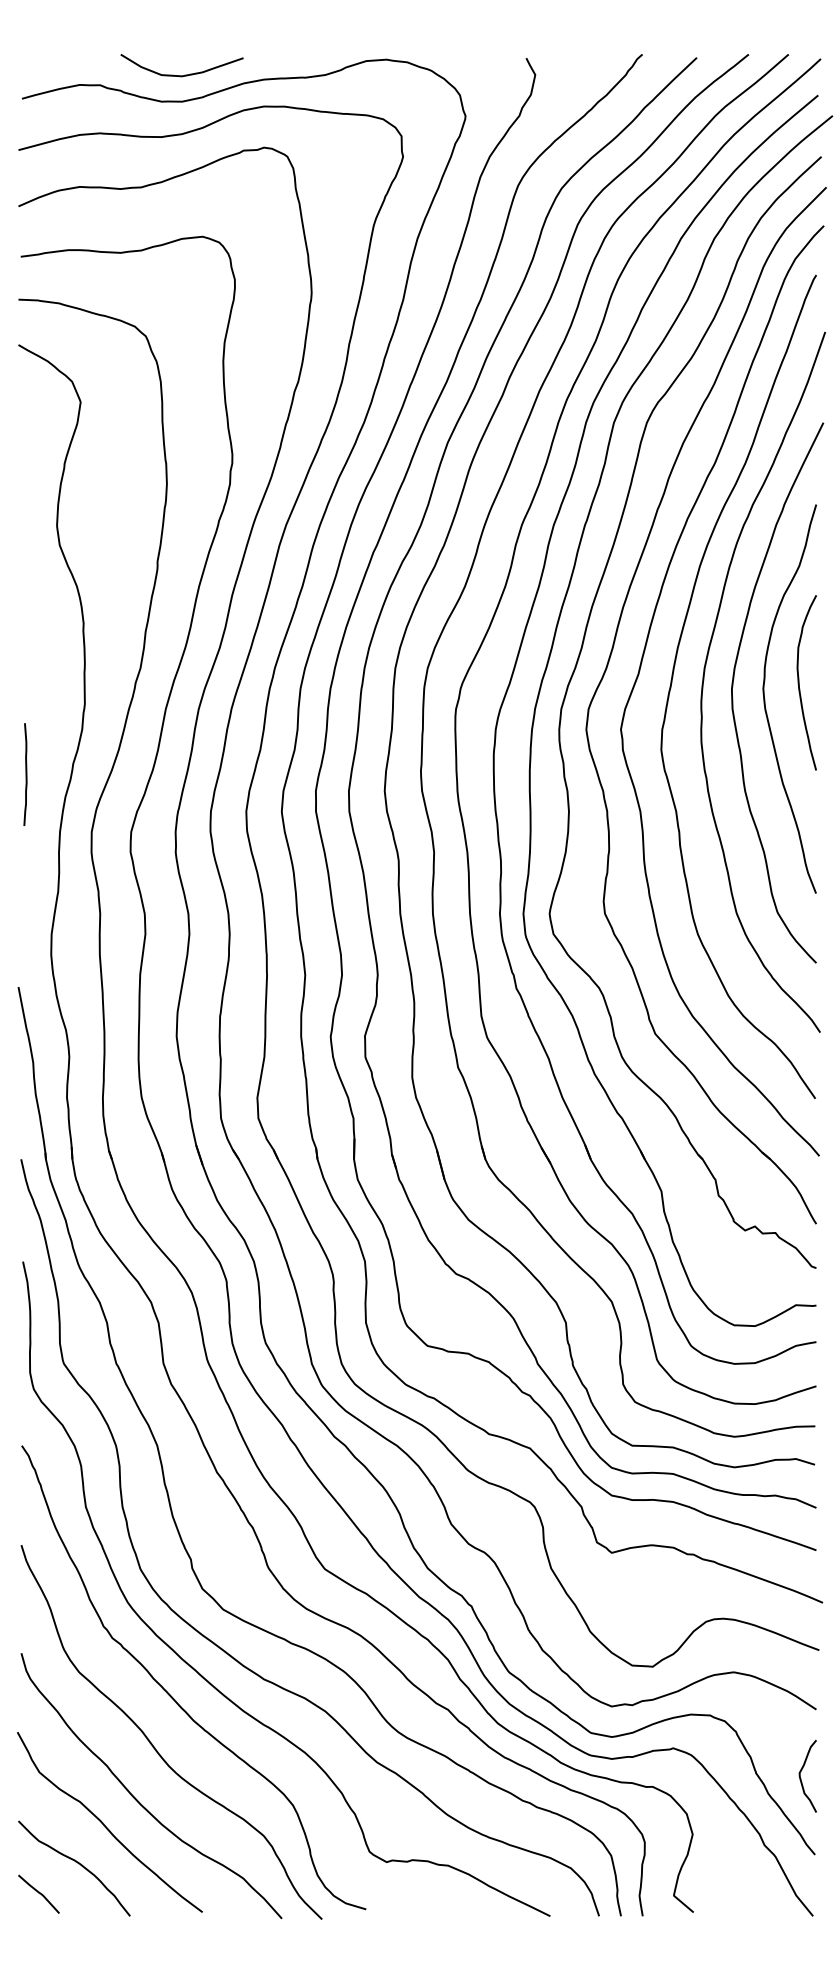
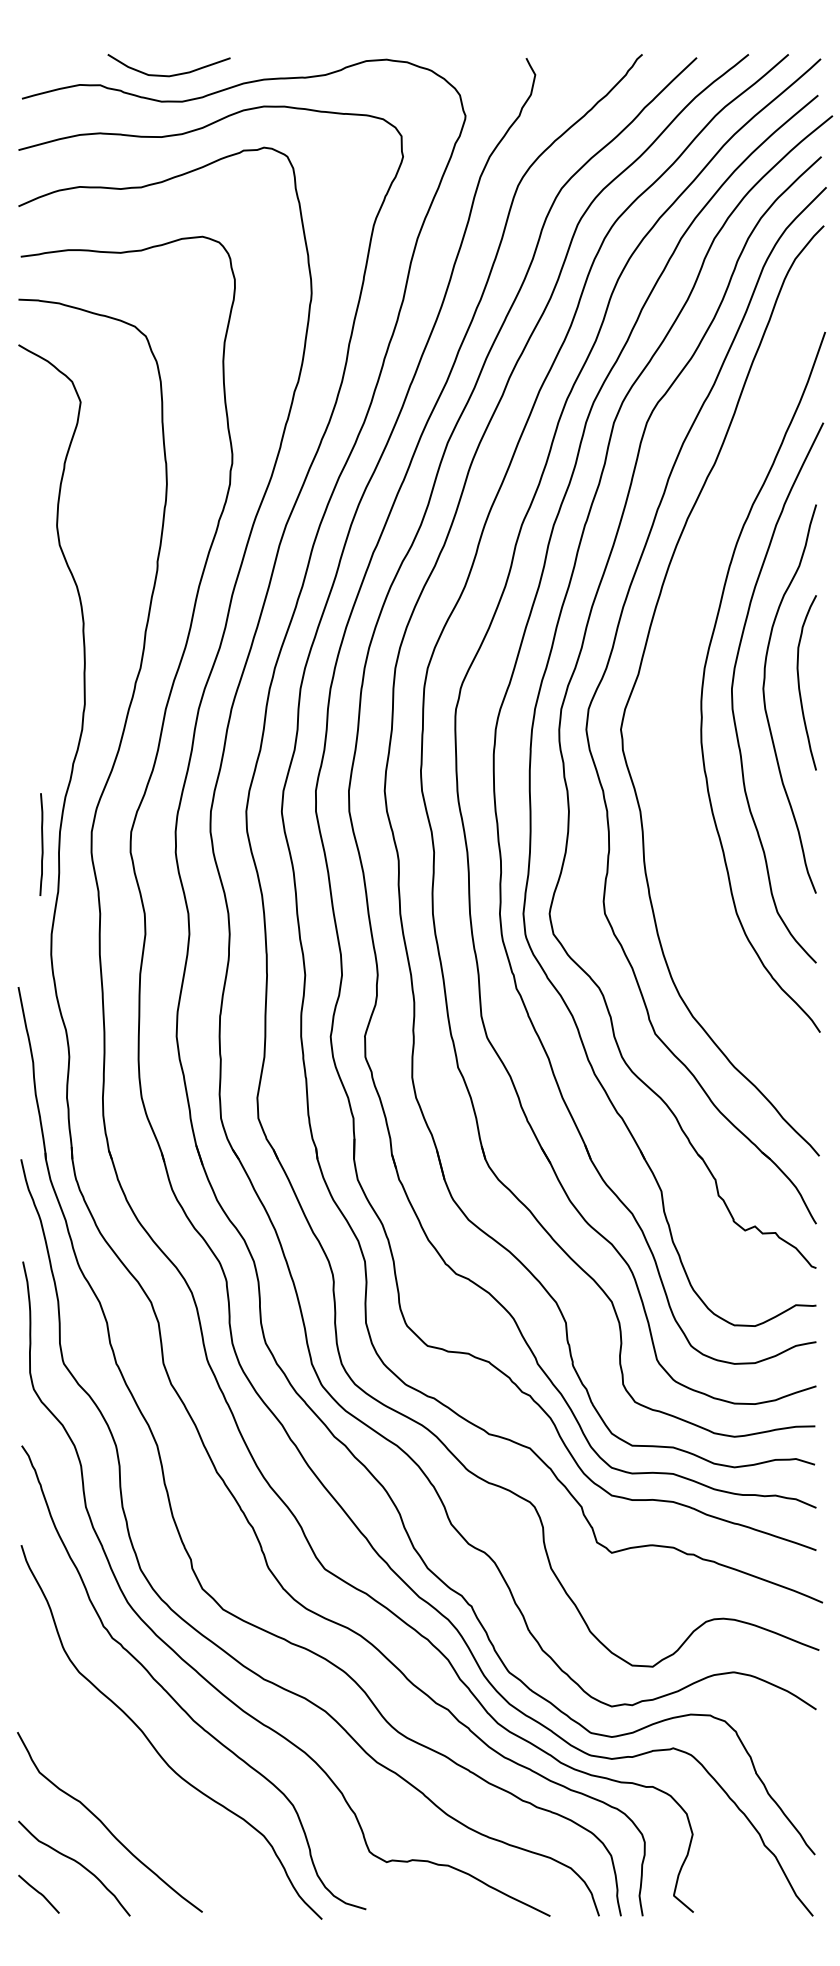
curve at (185, 74) position: (185, 74) -> (172, 74)
curve at (673, 677): present -> none
curve at (25, 774) position: (25, 774) -> (41, 844)
curve at (801, 1778): present -> none
curve at (137, 1799): present -> none
